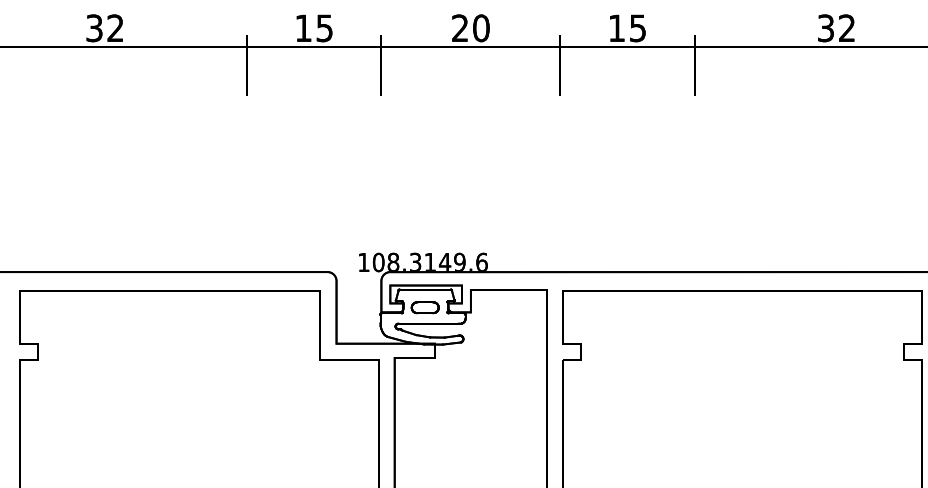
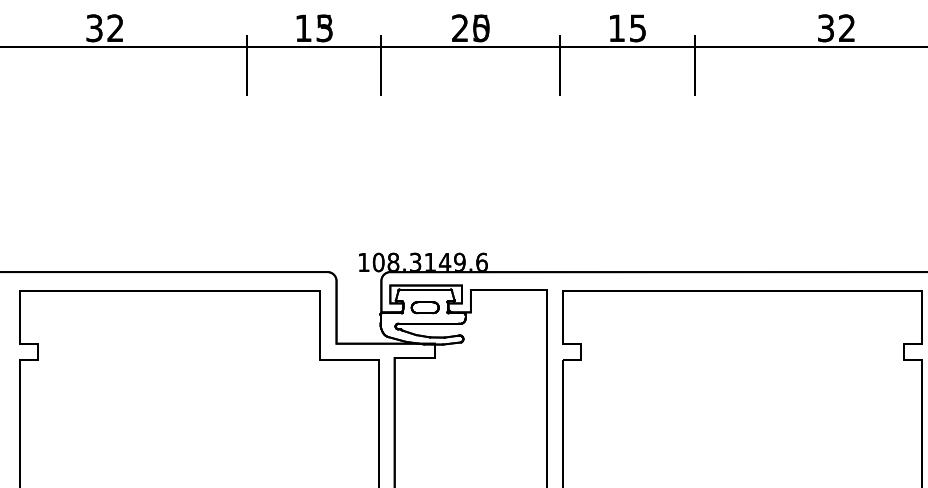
text at (324, 27): 15 -> 13
text at (481, 28): 20 -> 25
